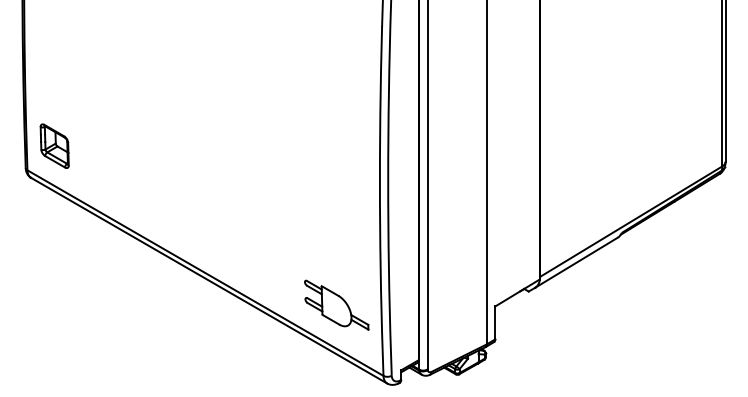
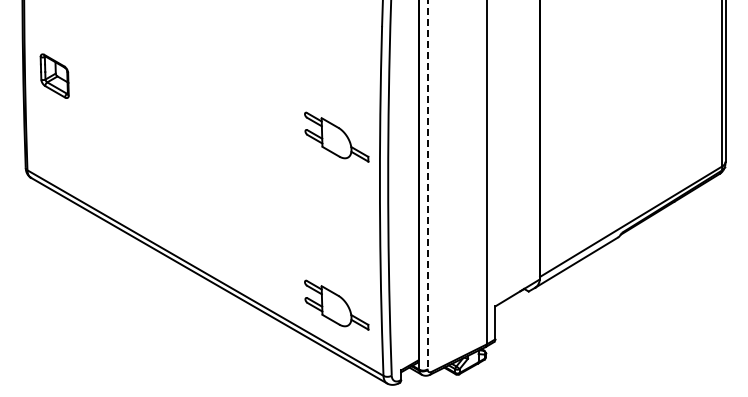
part at (336, 136): none -> present
part at (54, 145) position: (54, 145) -> (54, 75)
line at (427, 185): solid -> dashed
